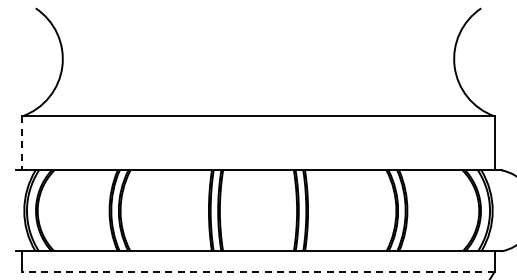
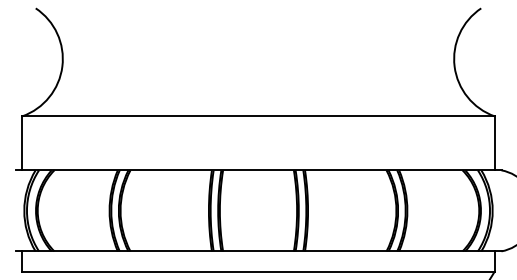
line at (22, 143): dashed -> solid
line at (258, 271): dashed -> solid
